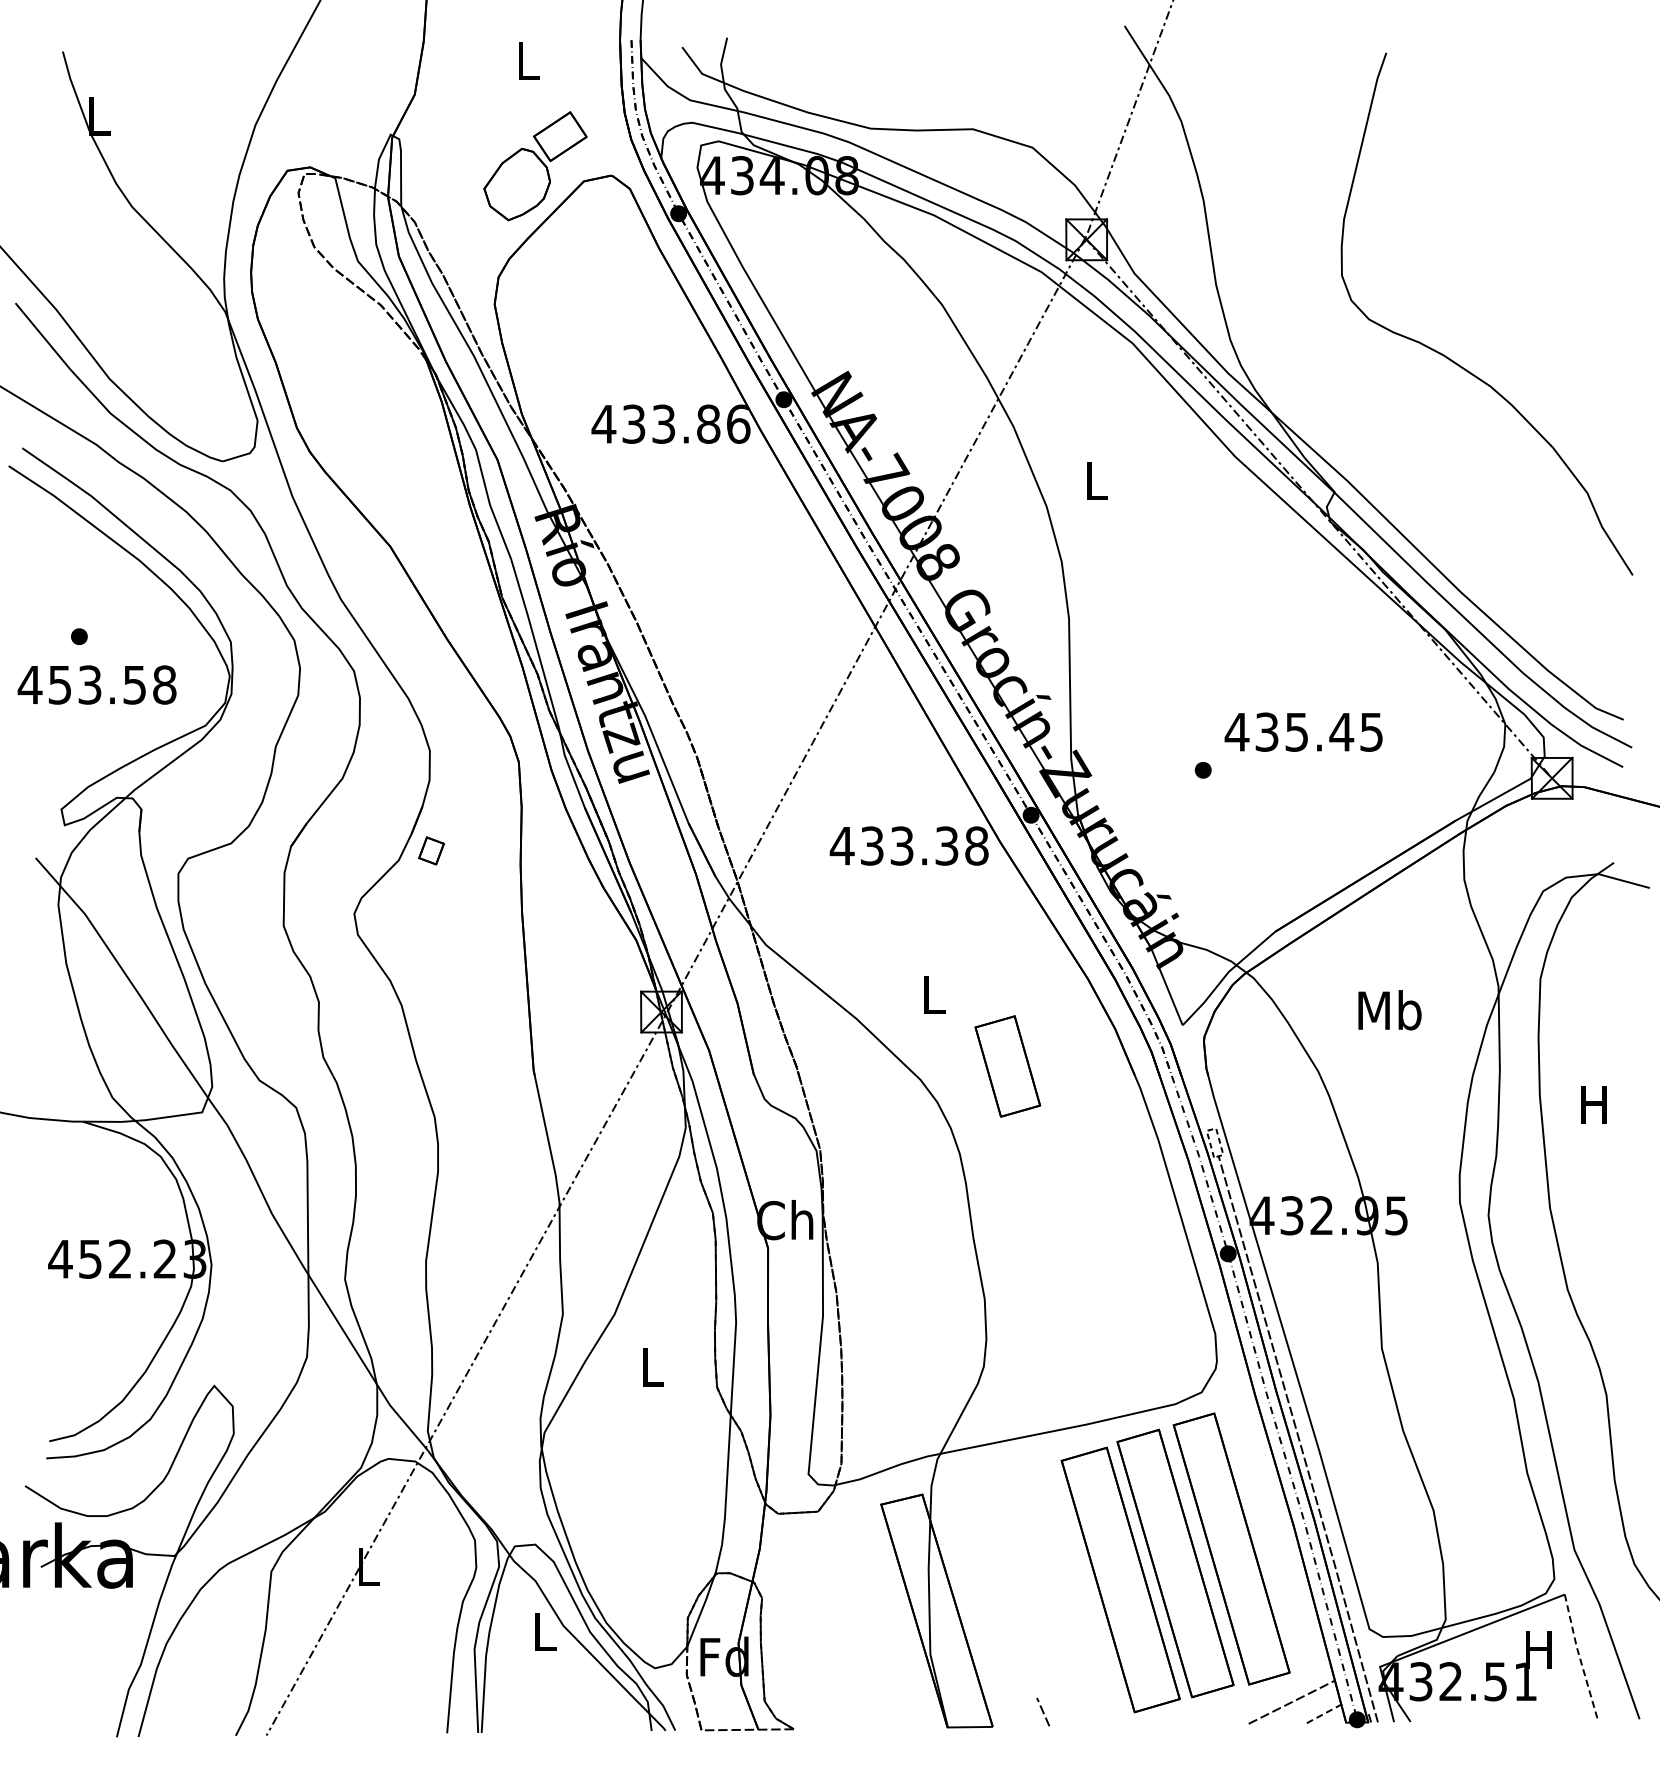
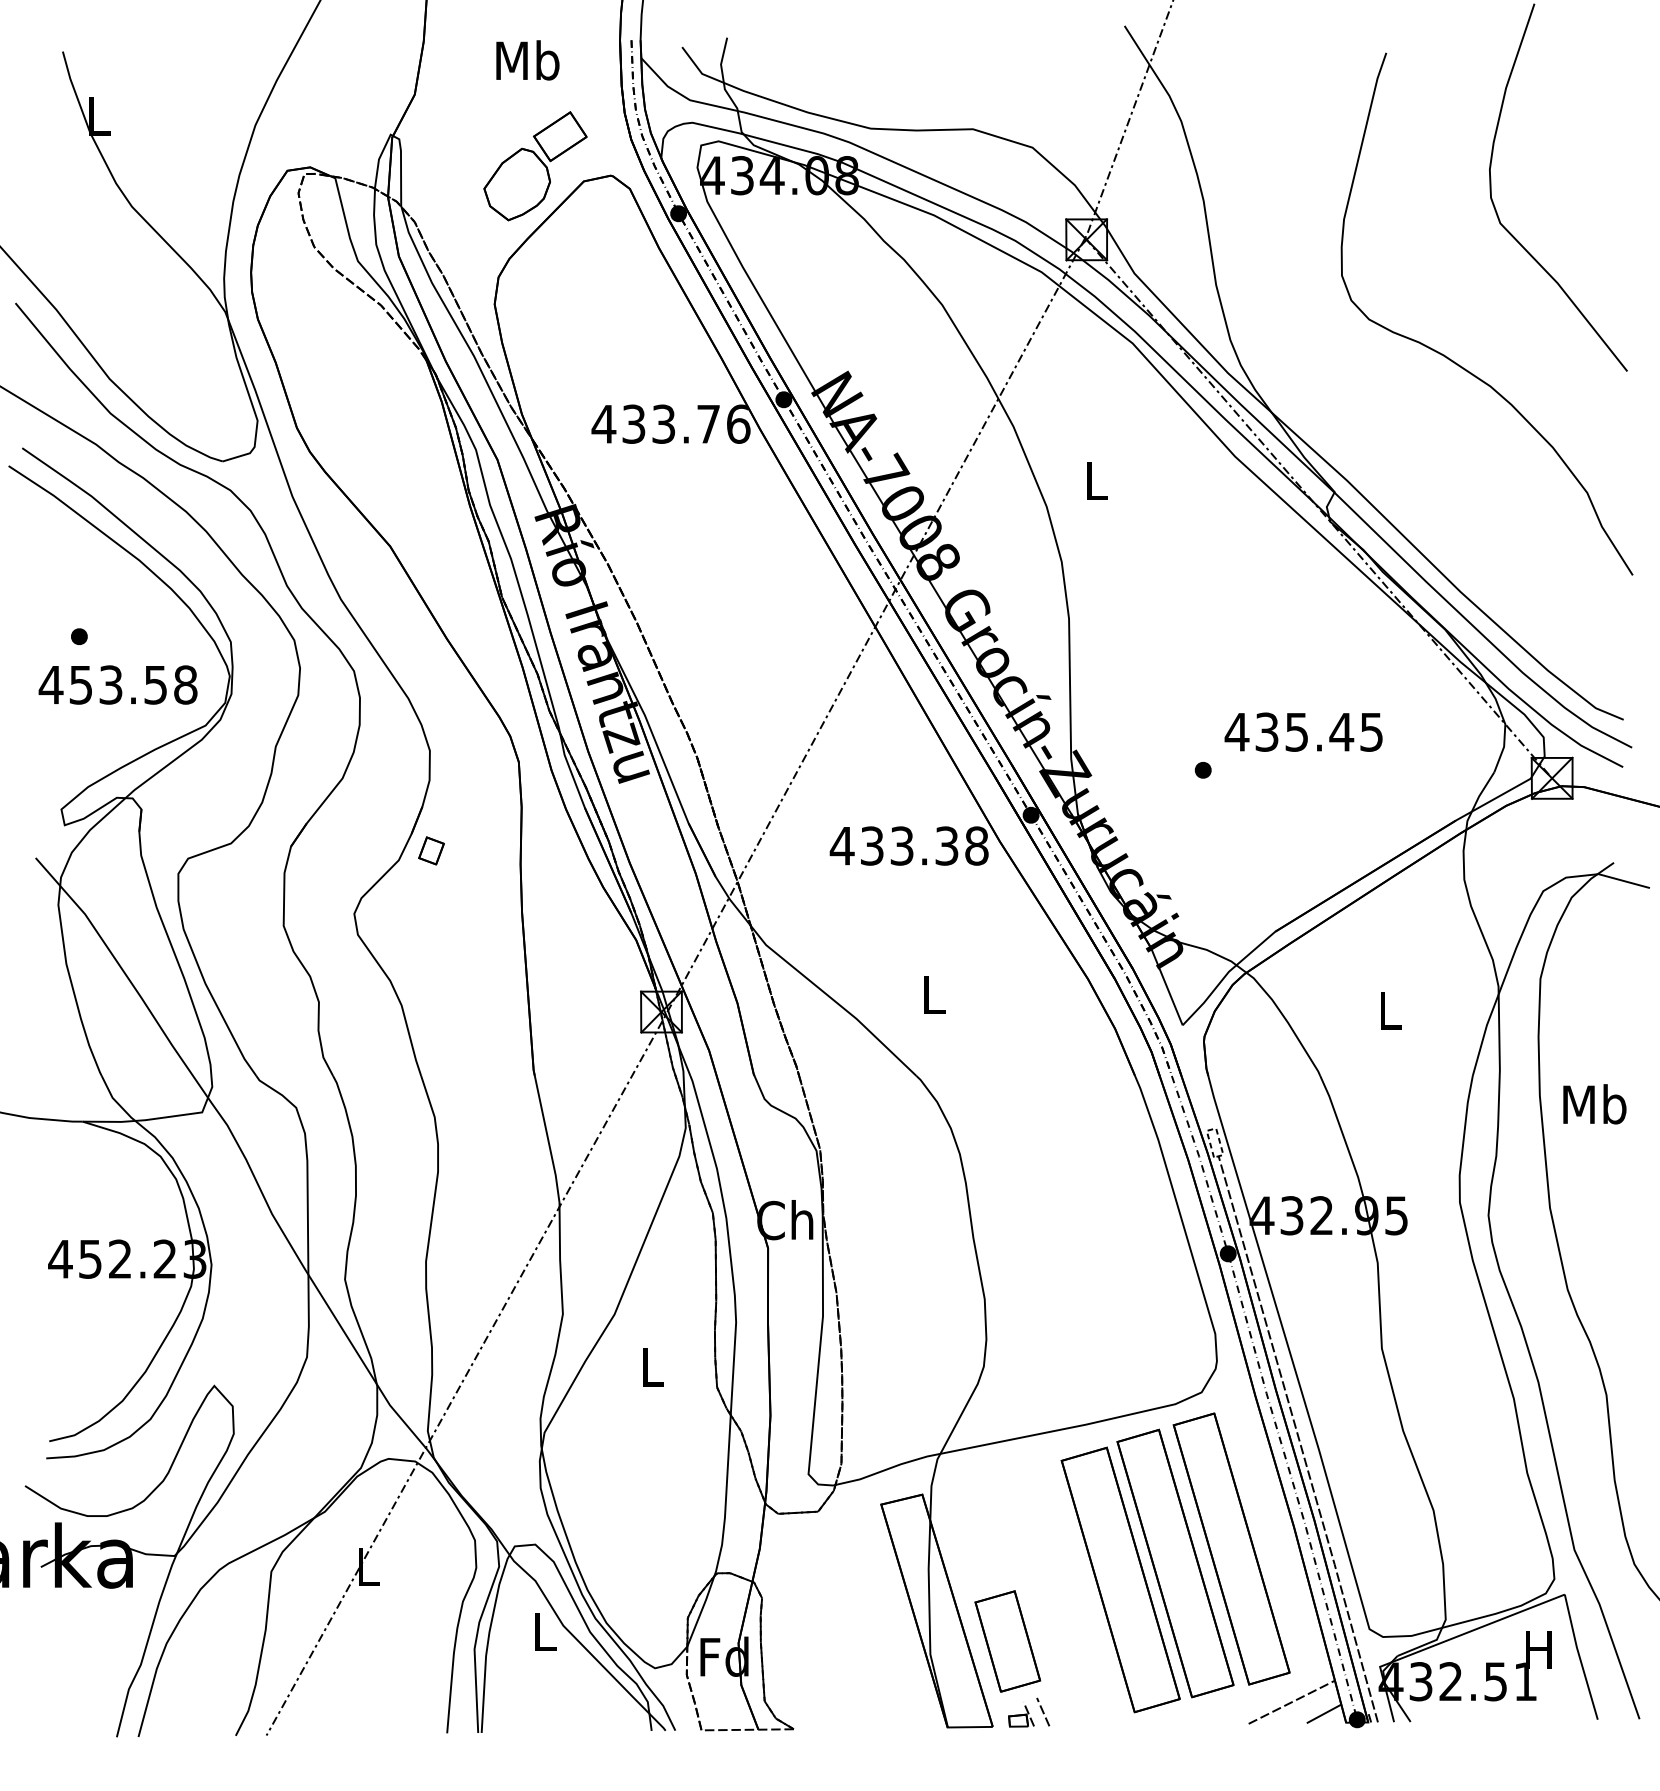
text at (527, 60): L -> Mb
curve at (1511, 233): none -> present
text at (708, 423): 433.86 -> 433.76
text at (96, 684) position: (96, 684) -> (117, 684)
text at (1389, 1010): Mb -> L
part at (1007, 1066) position: (1007, 1066) -> (1007, 1641)
text at (1594, 1104): H -> Mb
line at (1579, 1657): dashed -> solid
line at (1324, 1713): dashed -> solid
part at (1021, 1716): none -> present
